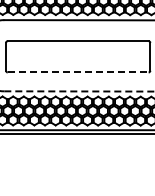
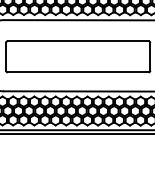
line at (78, 72): dashed -> solid
line at (80, 91): dashed -> solid
